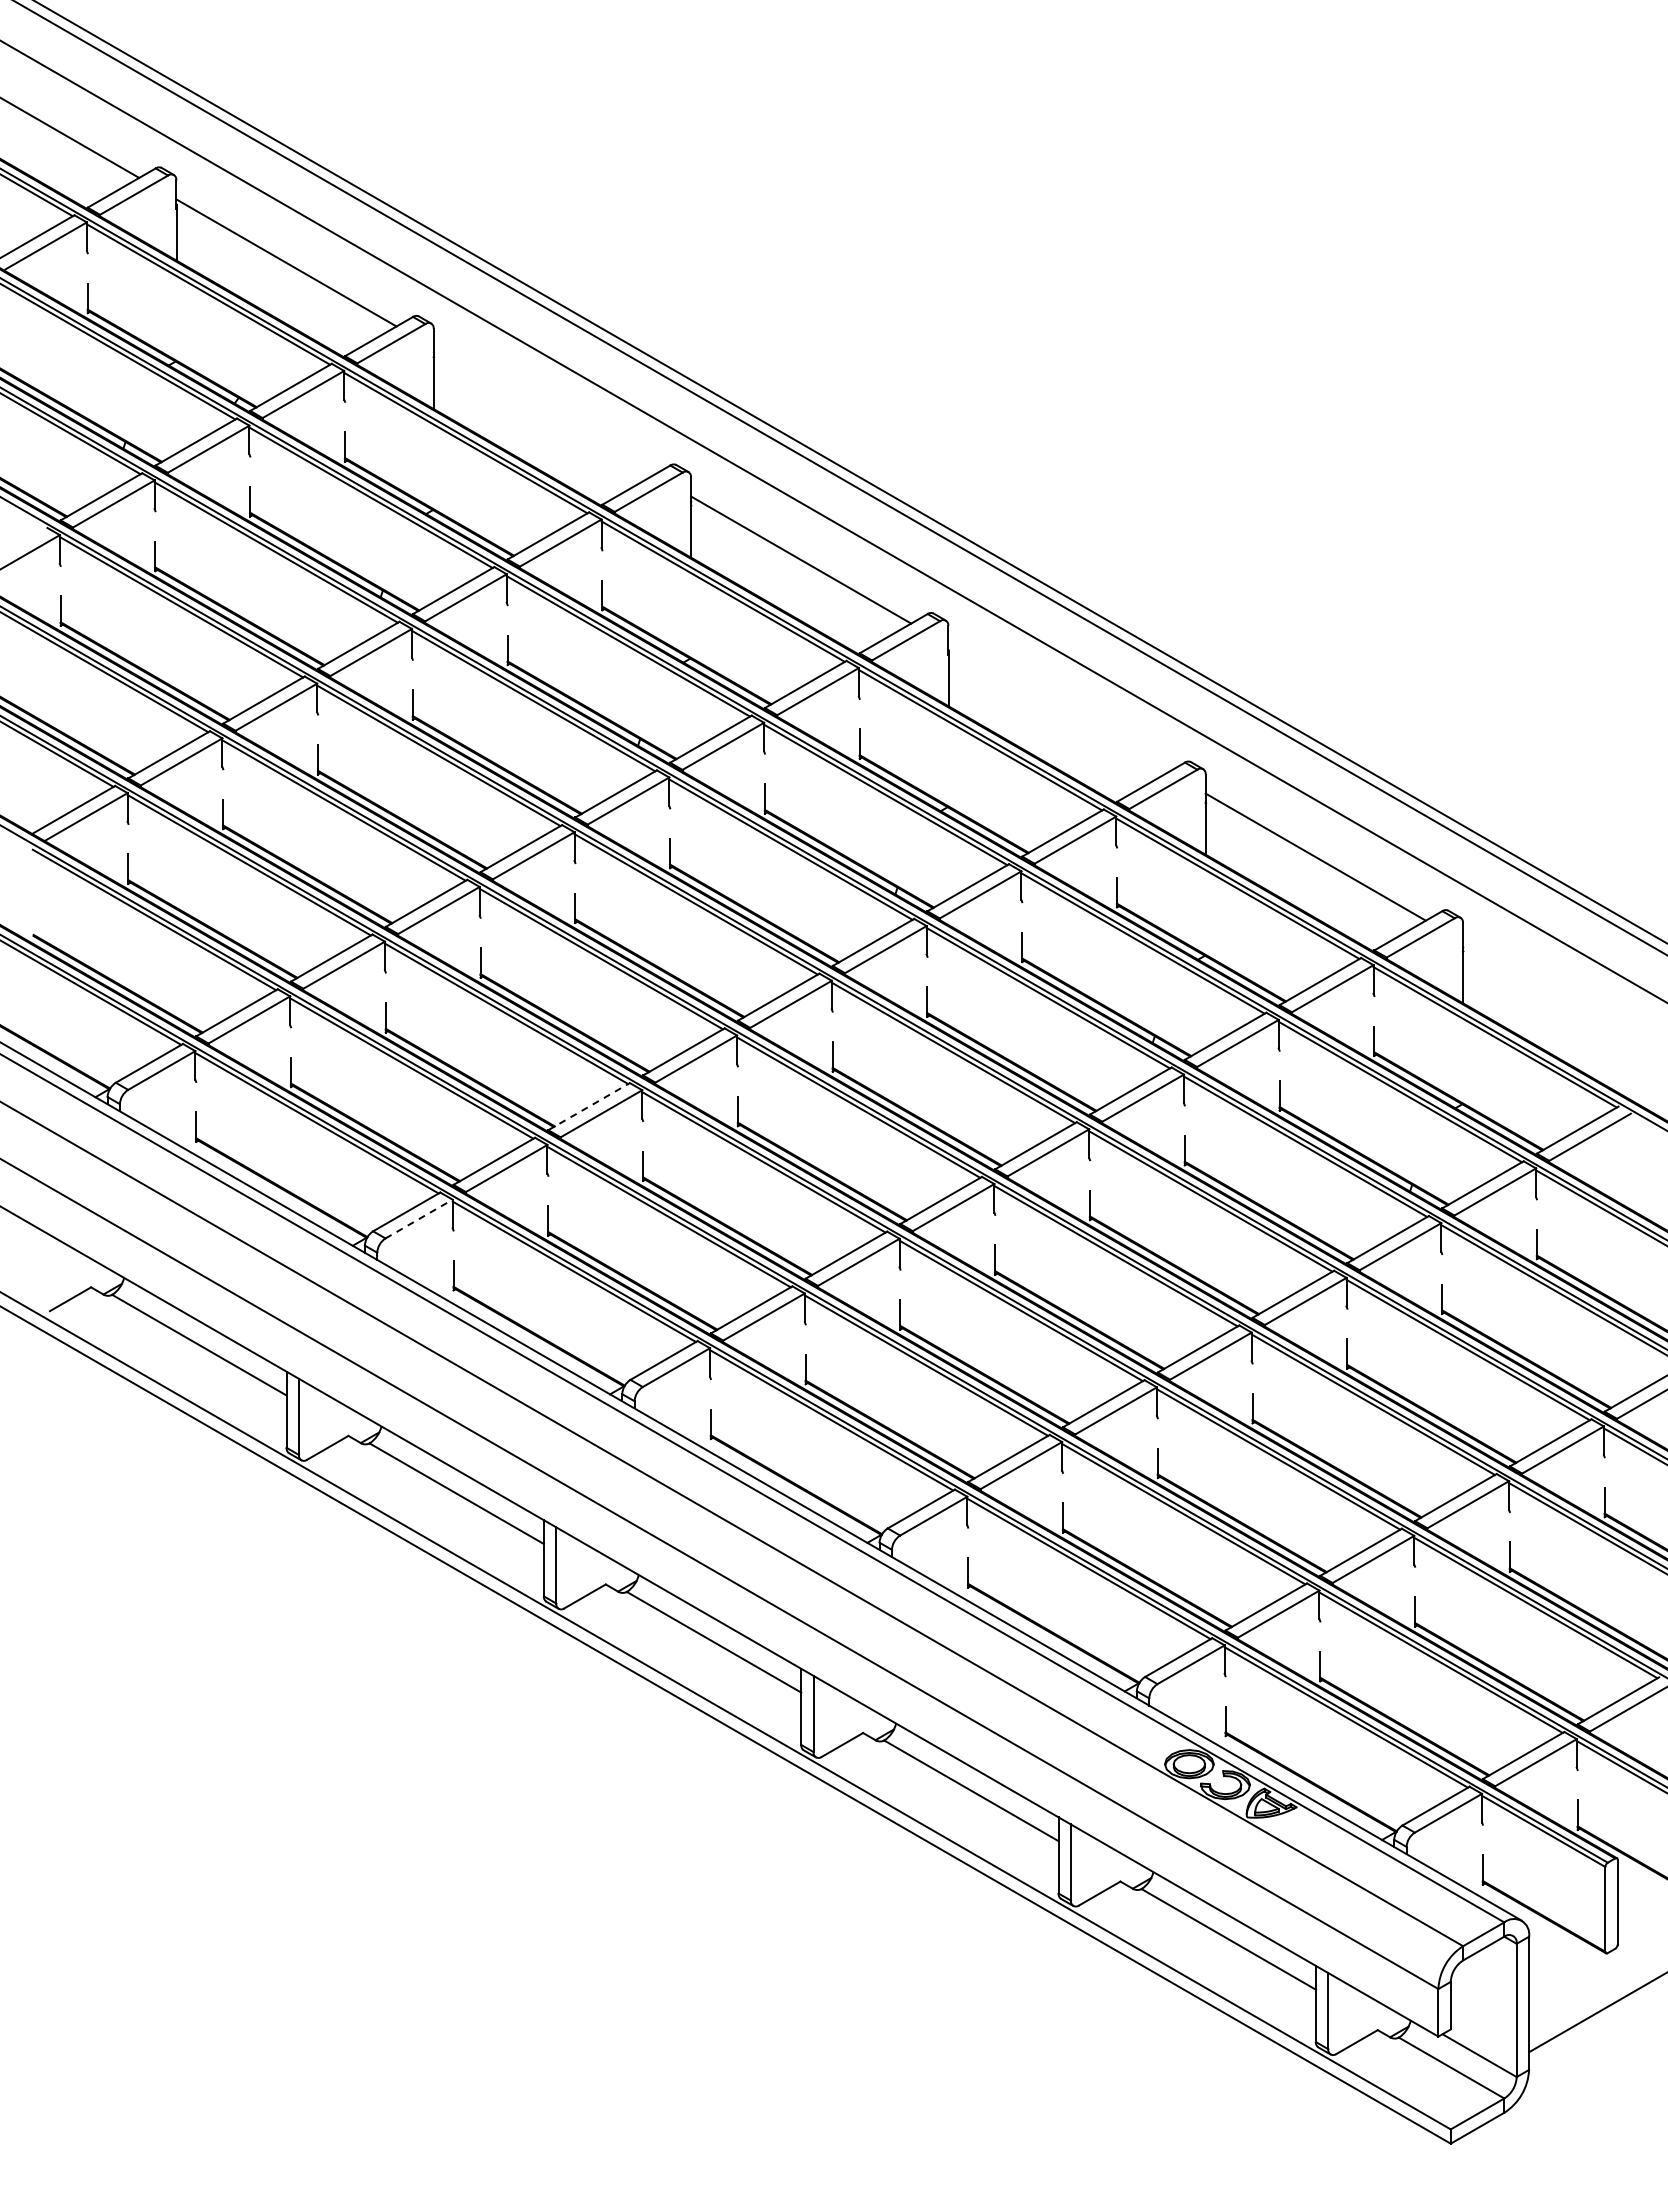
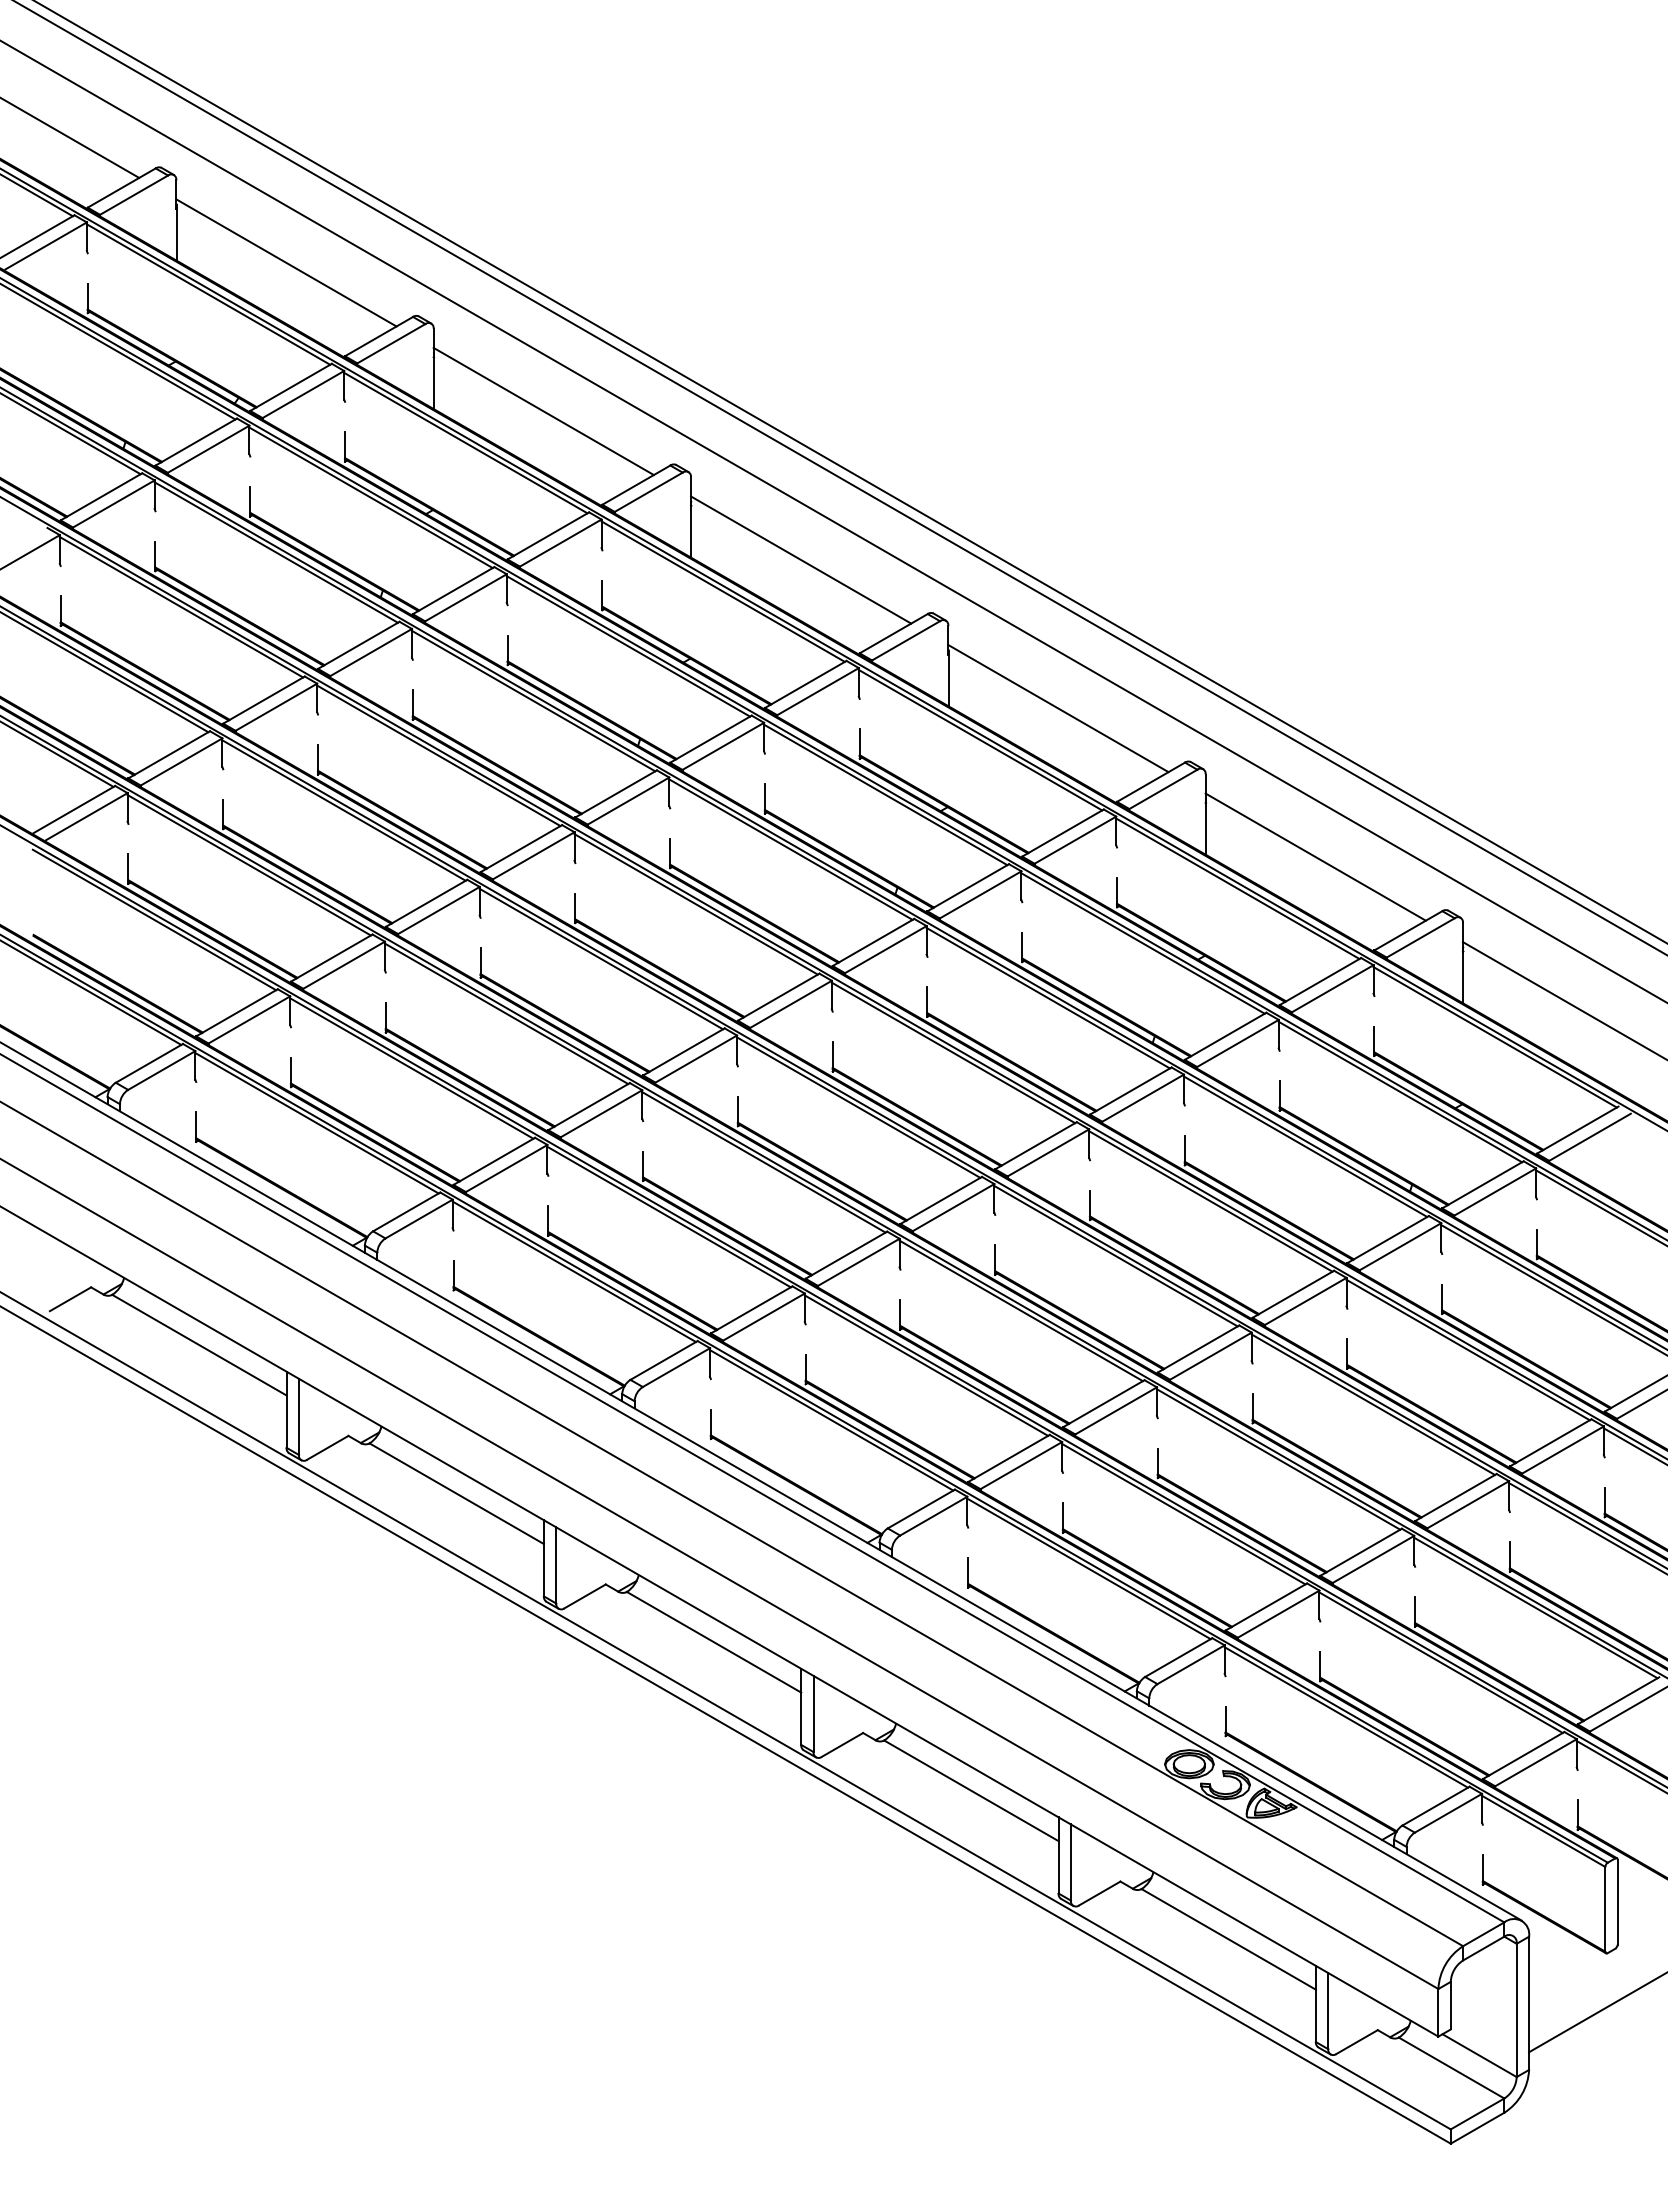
line at (543, 411): none -> present
line at (1058, 708): none -> present
line at (1563, 1000): none -> present
line at (589, 1106): dashed -> solid
line at (419, 1219): dashed -> solid
